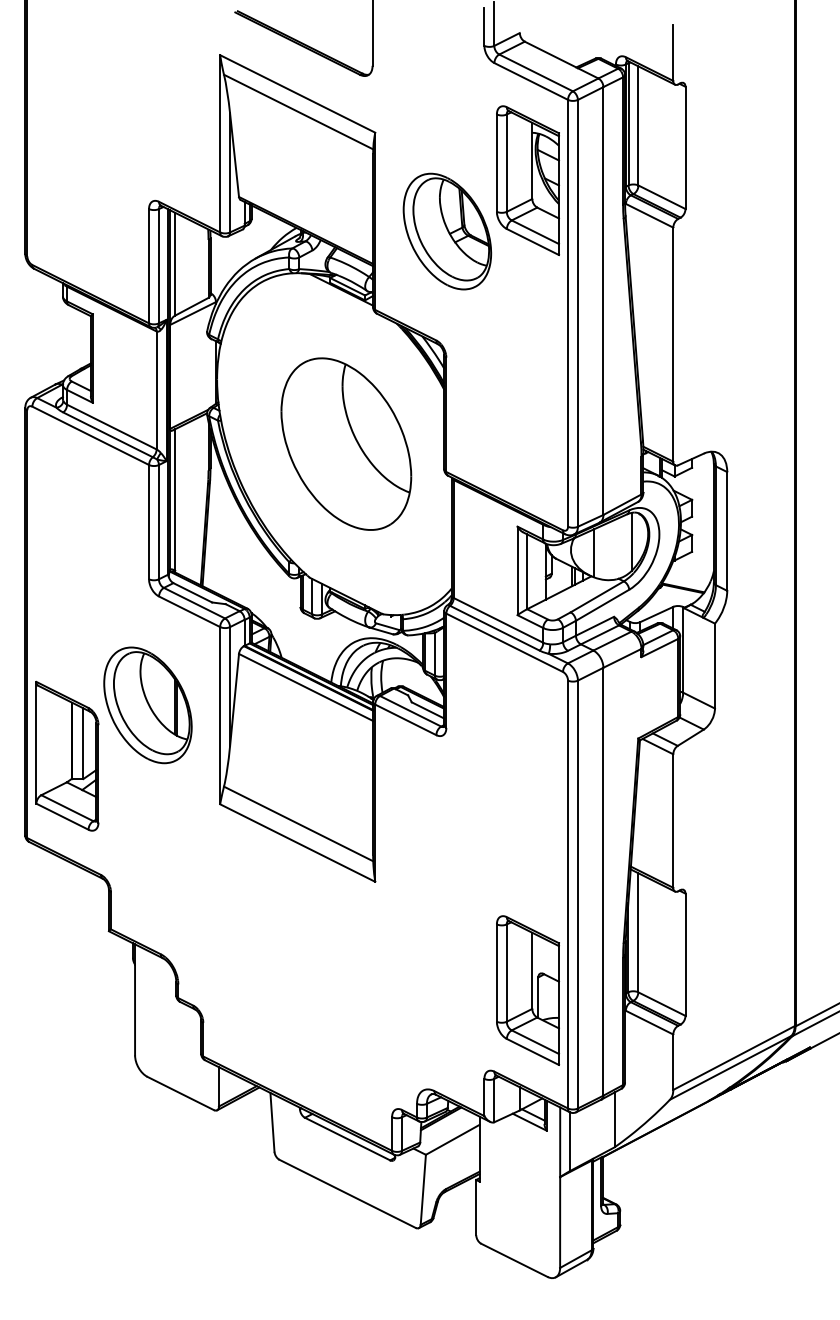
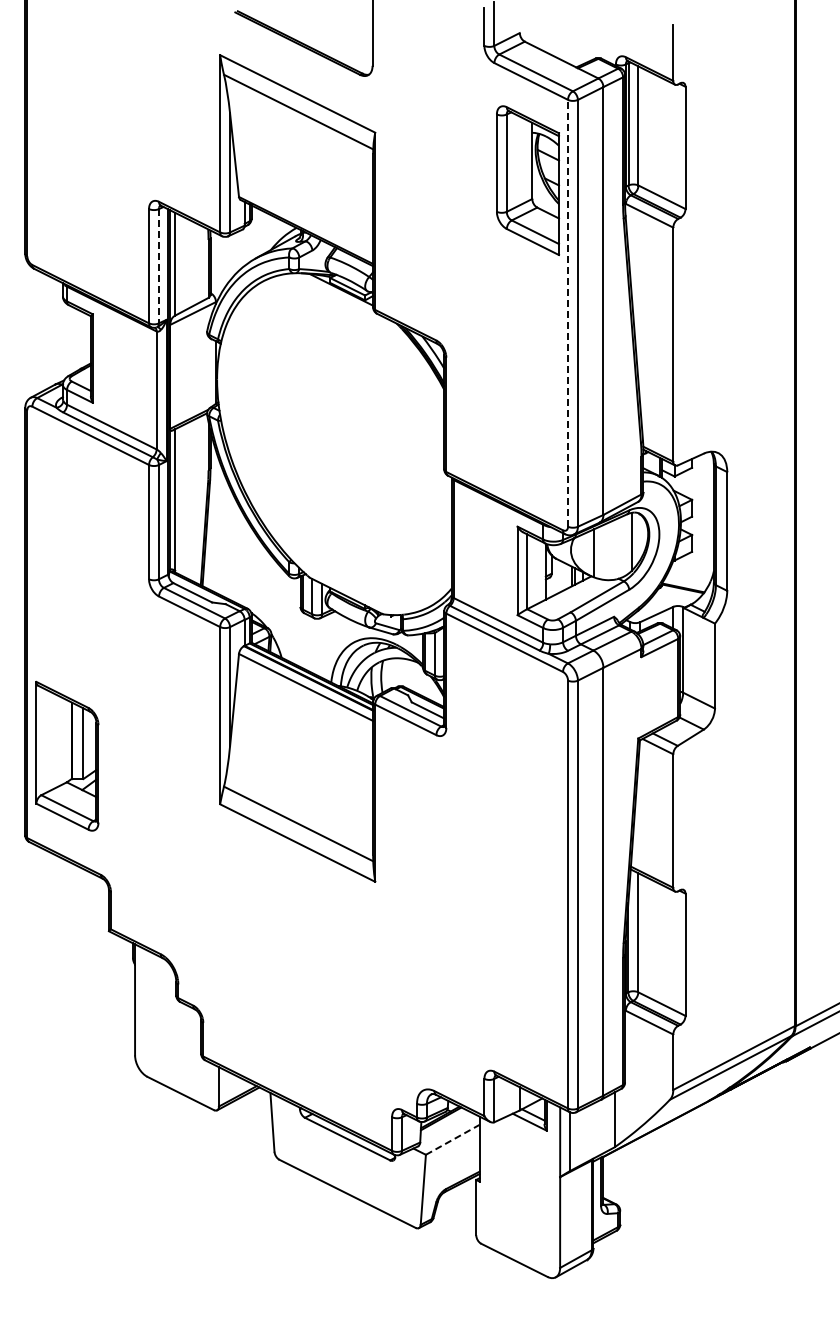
part at (447, 231): present -> none
line at (158, 266): solid -> dashed
line at (568, 312): solid -> dashed
part at (346, 443): present -> none
part at (147, 705): present -> none
part at (527, 990): present -> none
line at (452, 1139): solid -> dashed
